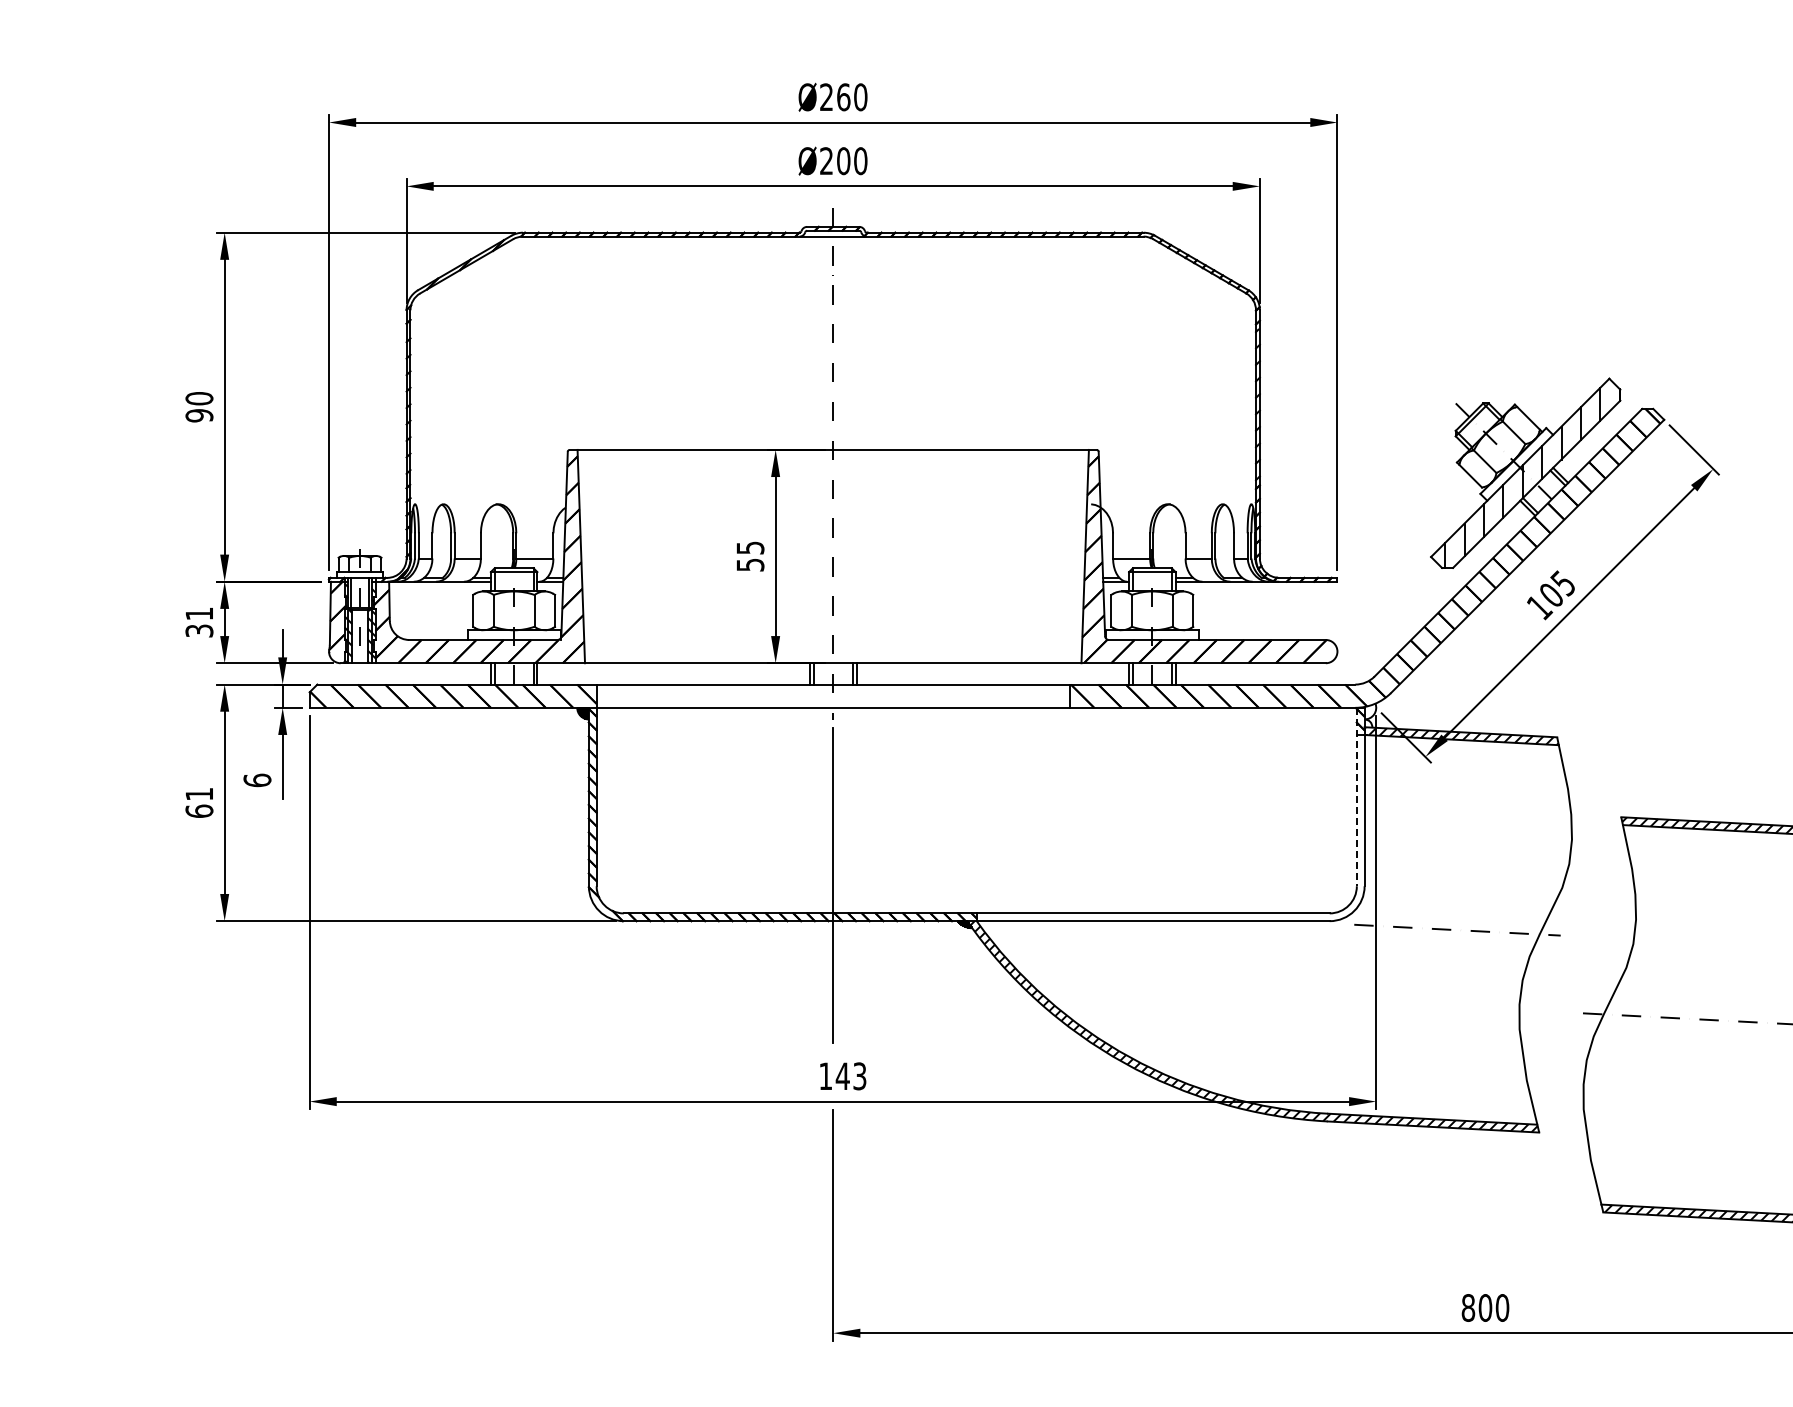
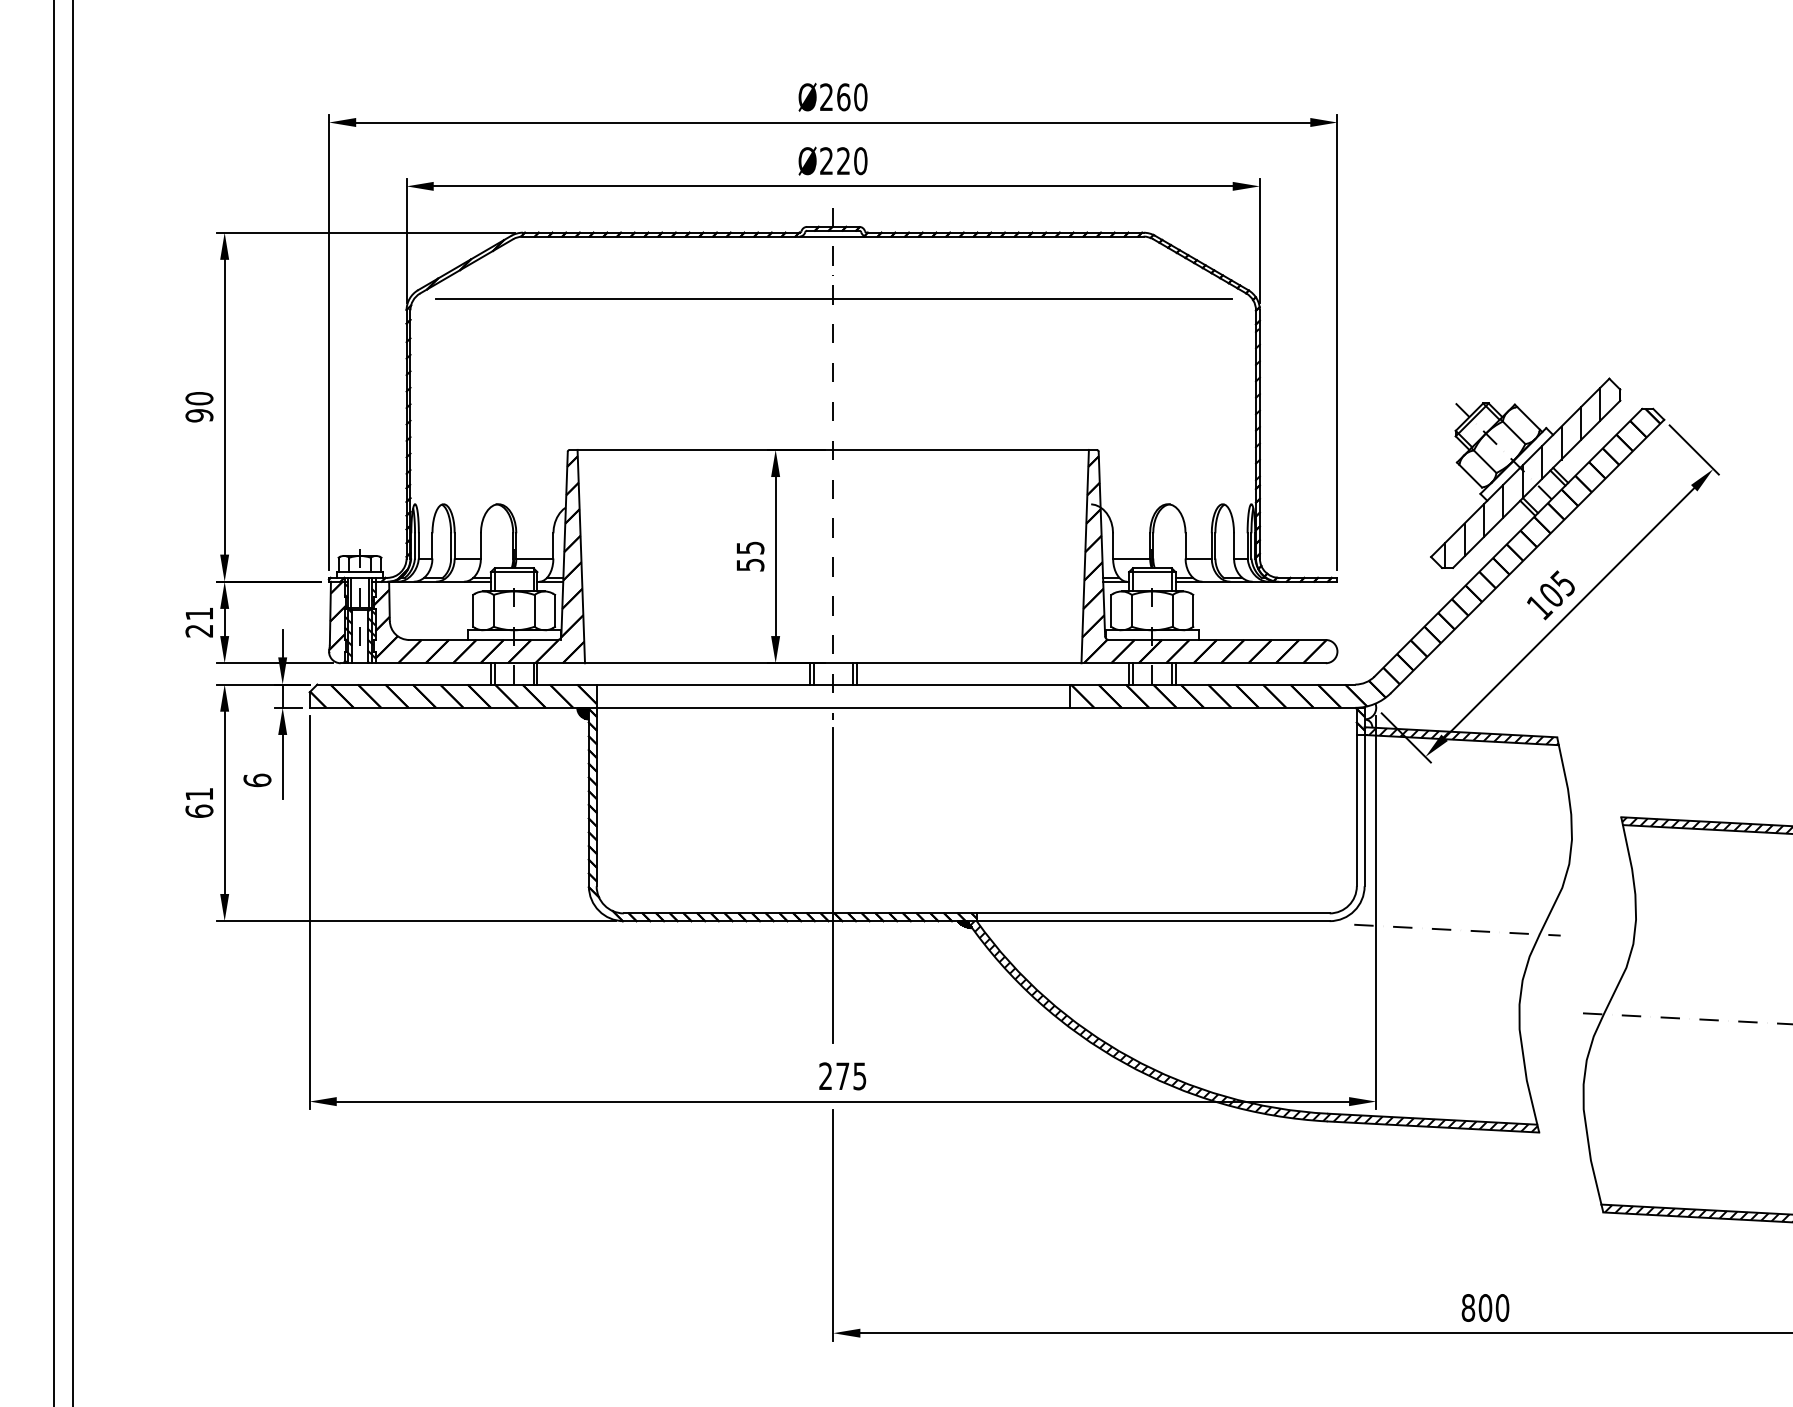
text at (843, 161): Ø200 -> Ø220
line at (834, 298): none -> present
text at (199, 630): 31 -> 21
line at (53, 702): none -> present
line at (73, 702): none -> present
line at (1356, 797): dashed -> solid
text at (842, 1075): 143 -> 275
